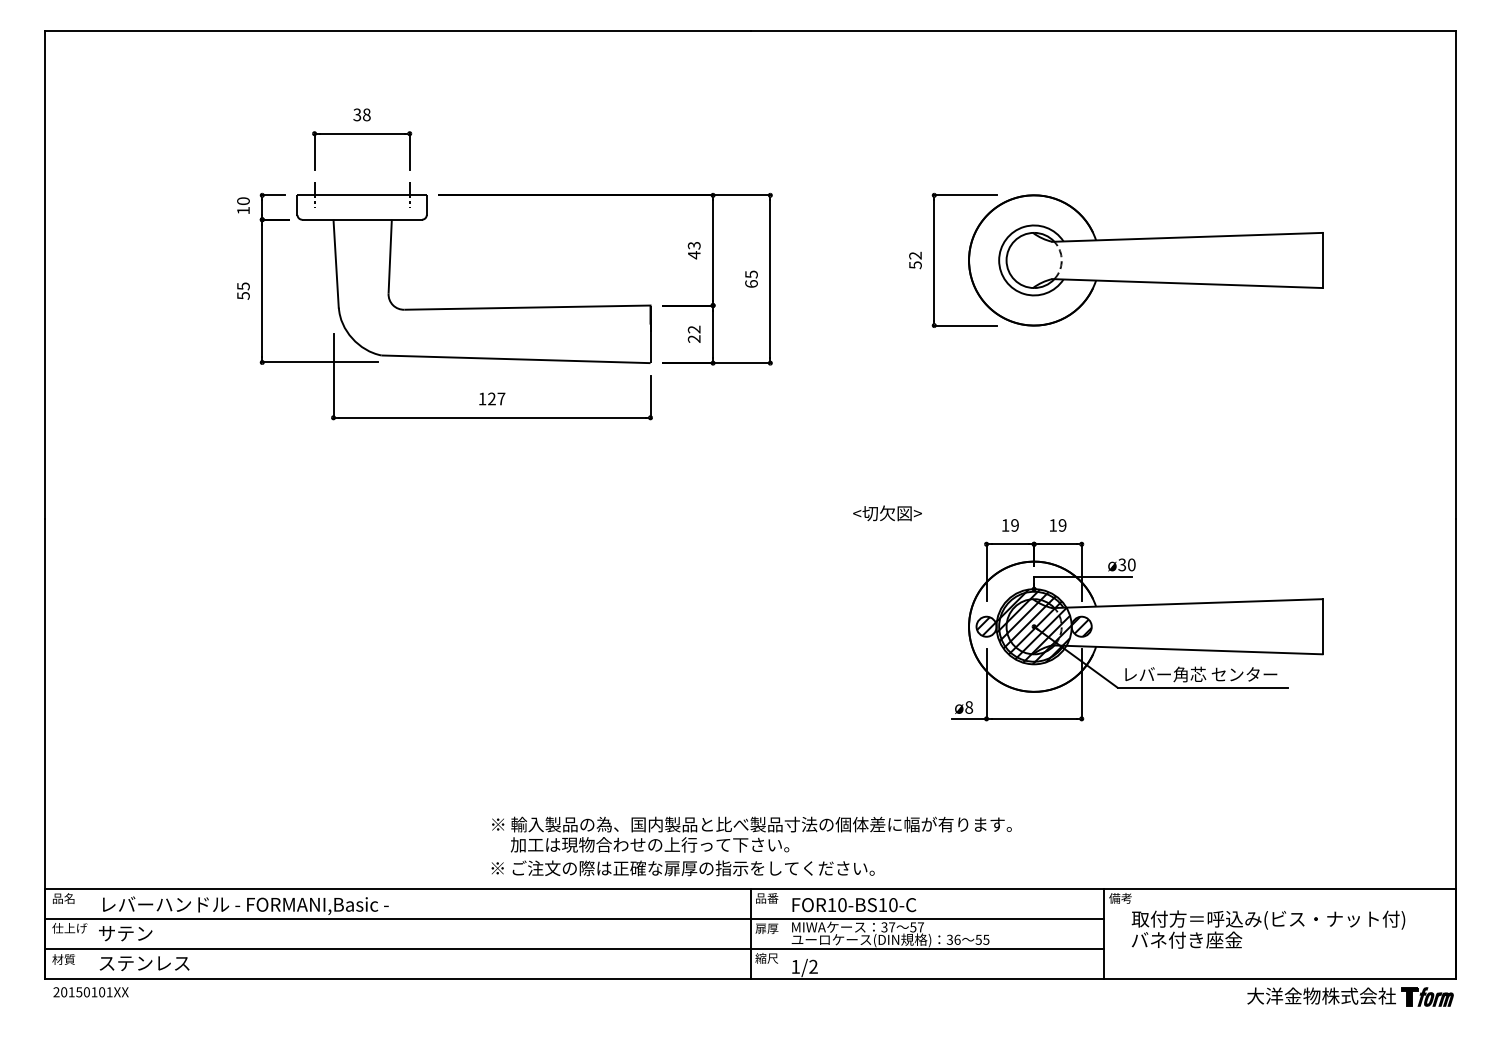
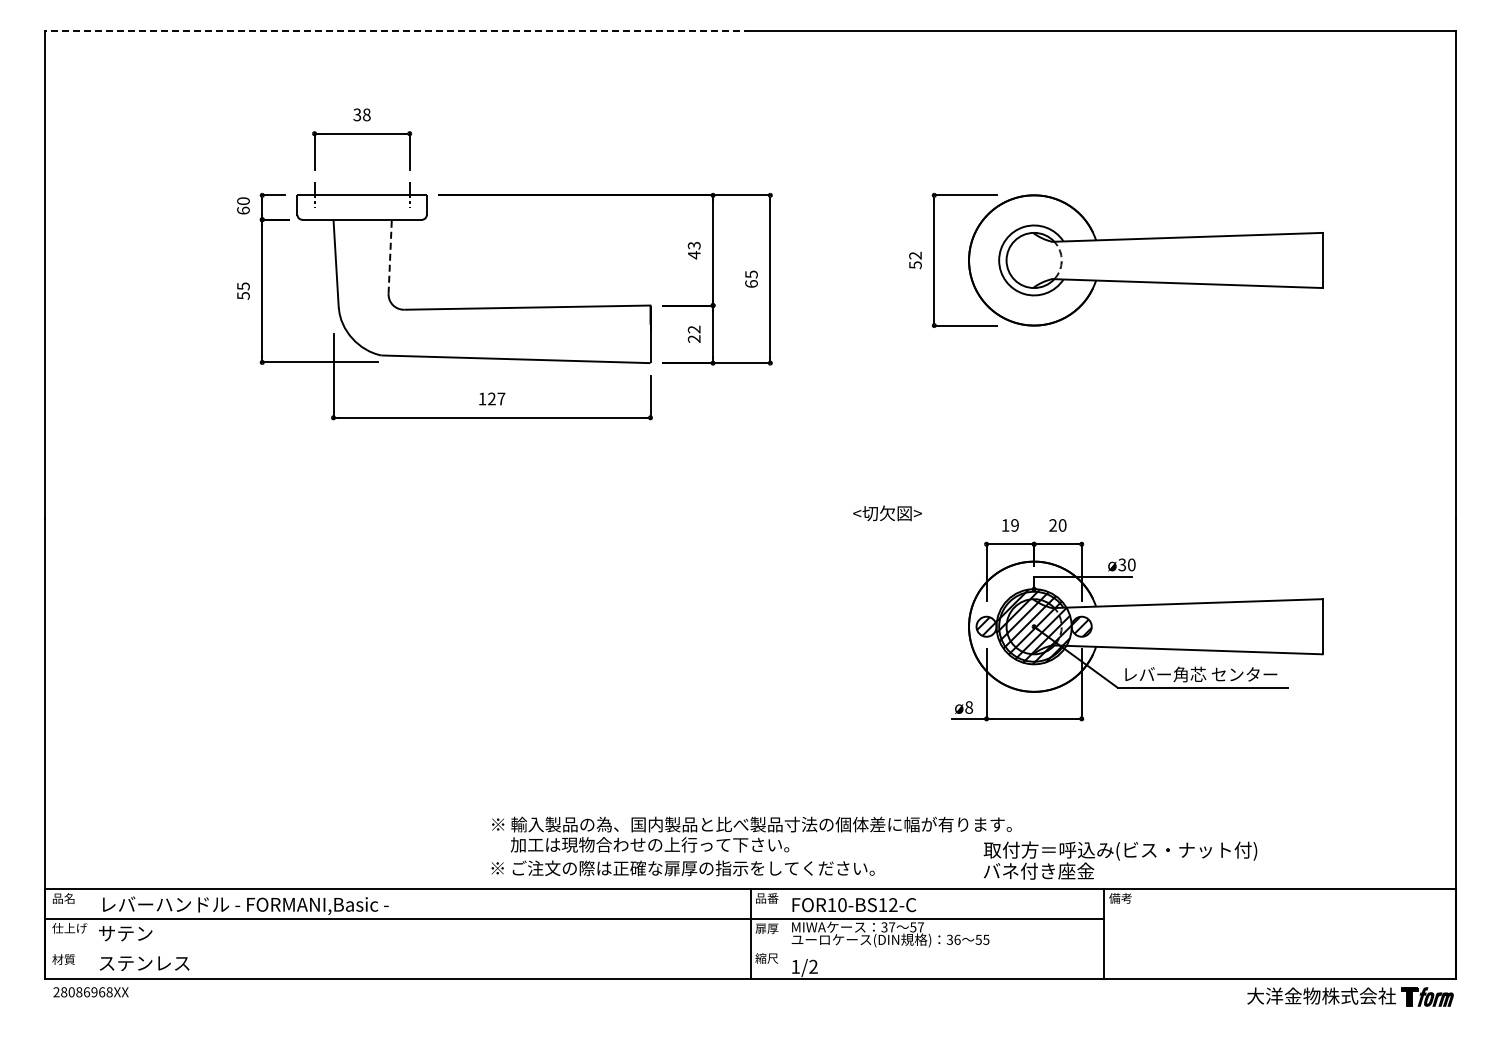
line at (397, 31): solid -> dashed
text at (243, 210): 10 -> 60
line at (390, 256): solid -> dashed
text at (1057, 525): 19 -> 20
text at (893, 905): FOR10-BS10-C -> FOR10-BS12-C
text at (1268, 929) position: (1268, 929) -> (1120, 860)
line at (574, 948): present -> none
text at (86, 992): 20150101XX -> 28086968XX
